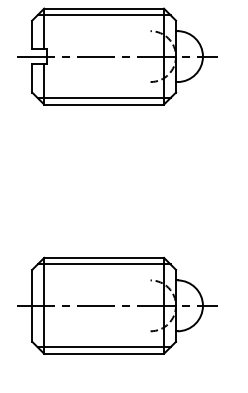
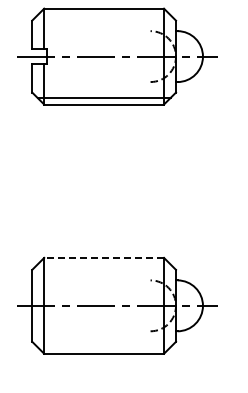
line at (103, 15): present -> none
line at (104, 257): solid -> dashed
line at (103, 264): present -> none
line at (103, 347): present -> none
